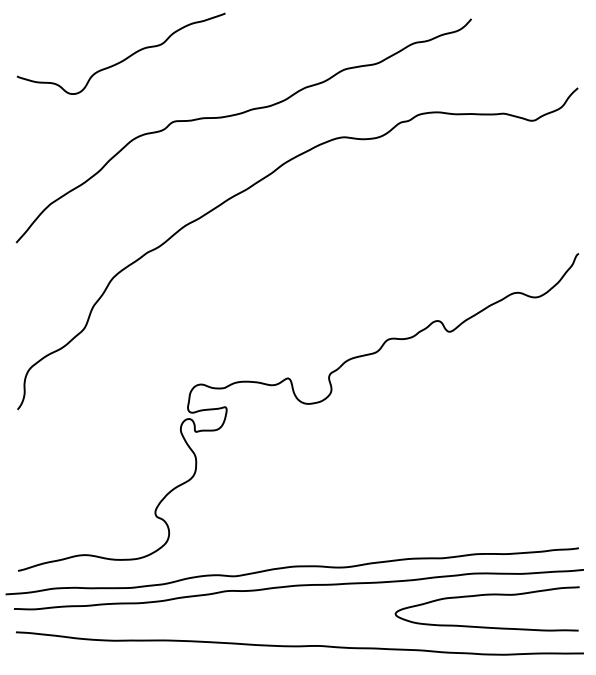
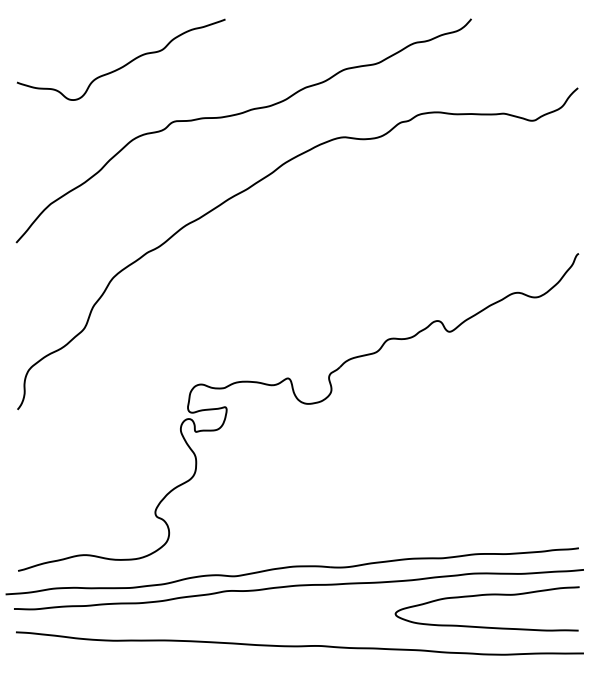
curve at (124, 58) position: (124, 58) -> (124, 64)
